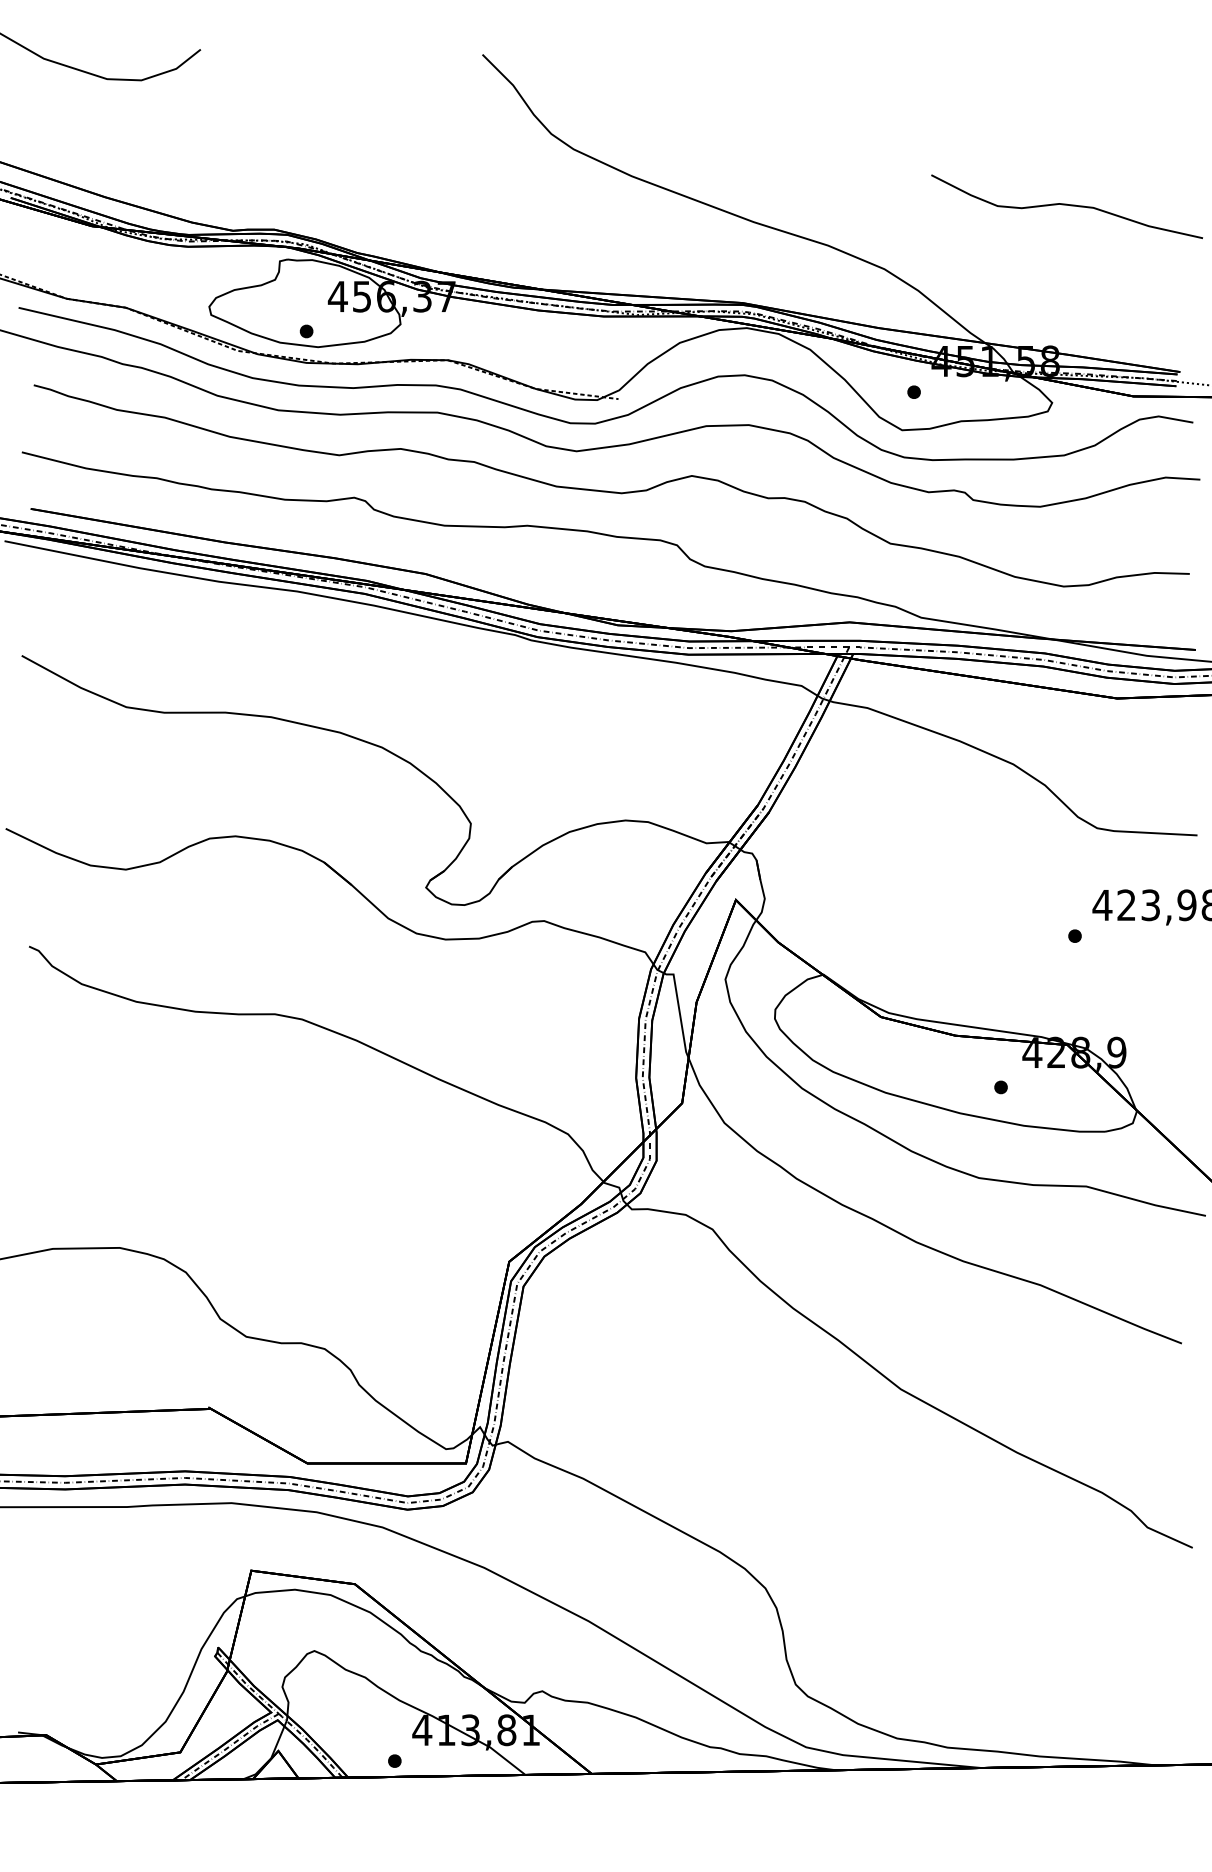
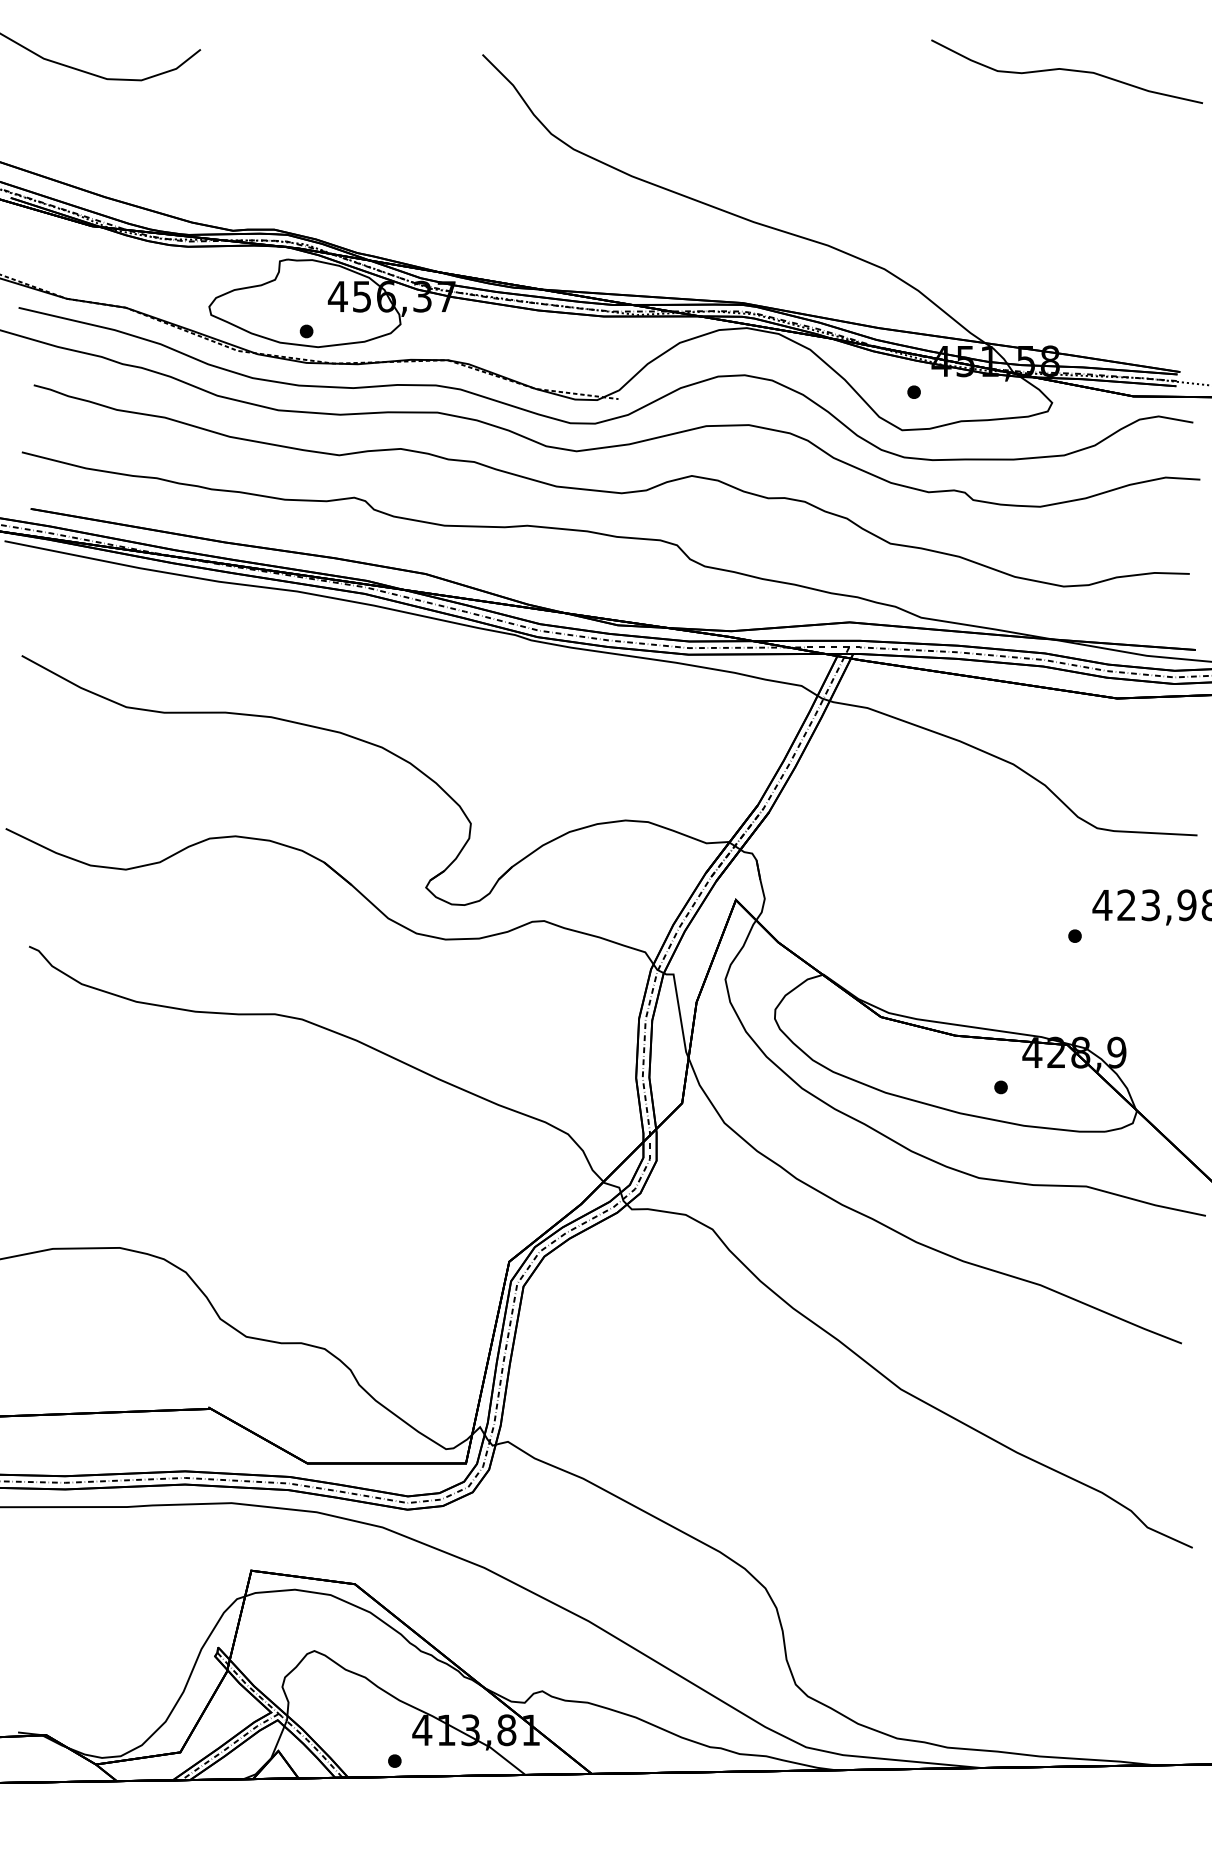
curve at (1066, 205) position: (1066, 205) -> (1066, 70)
